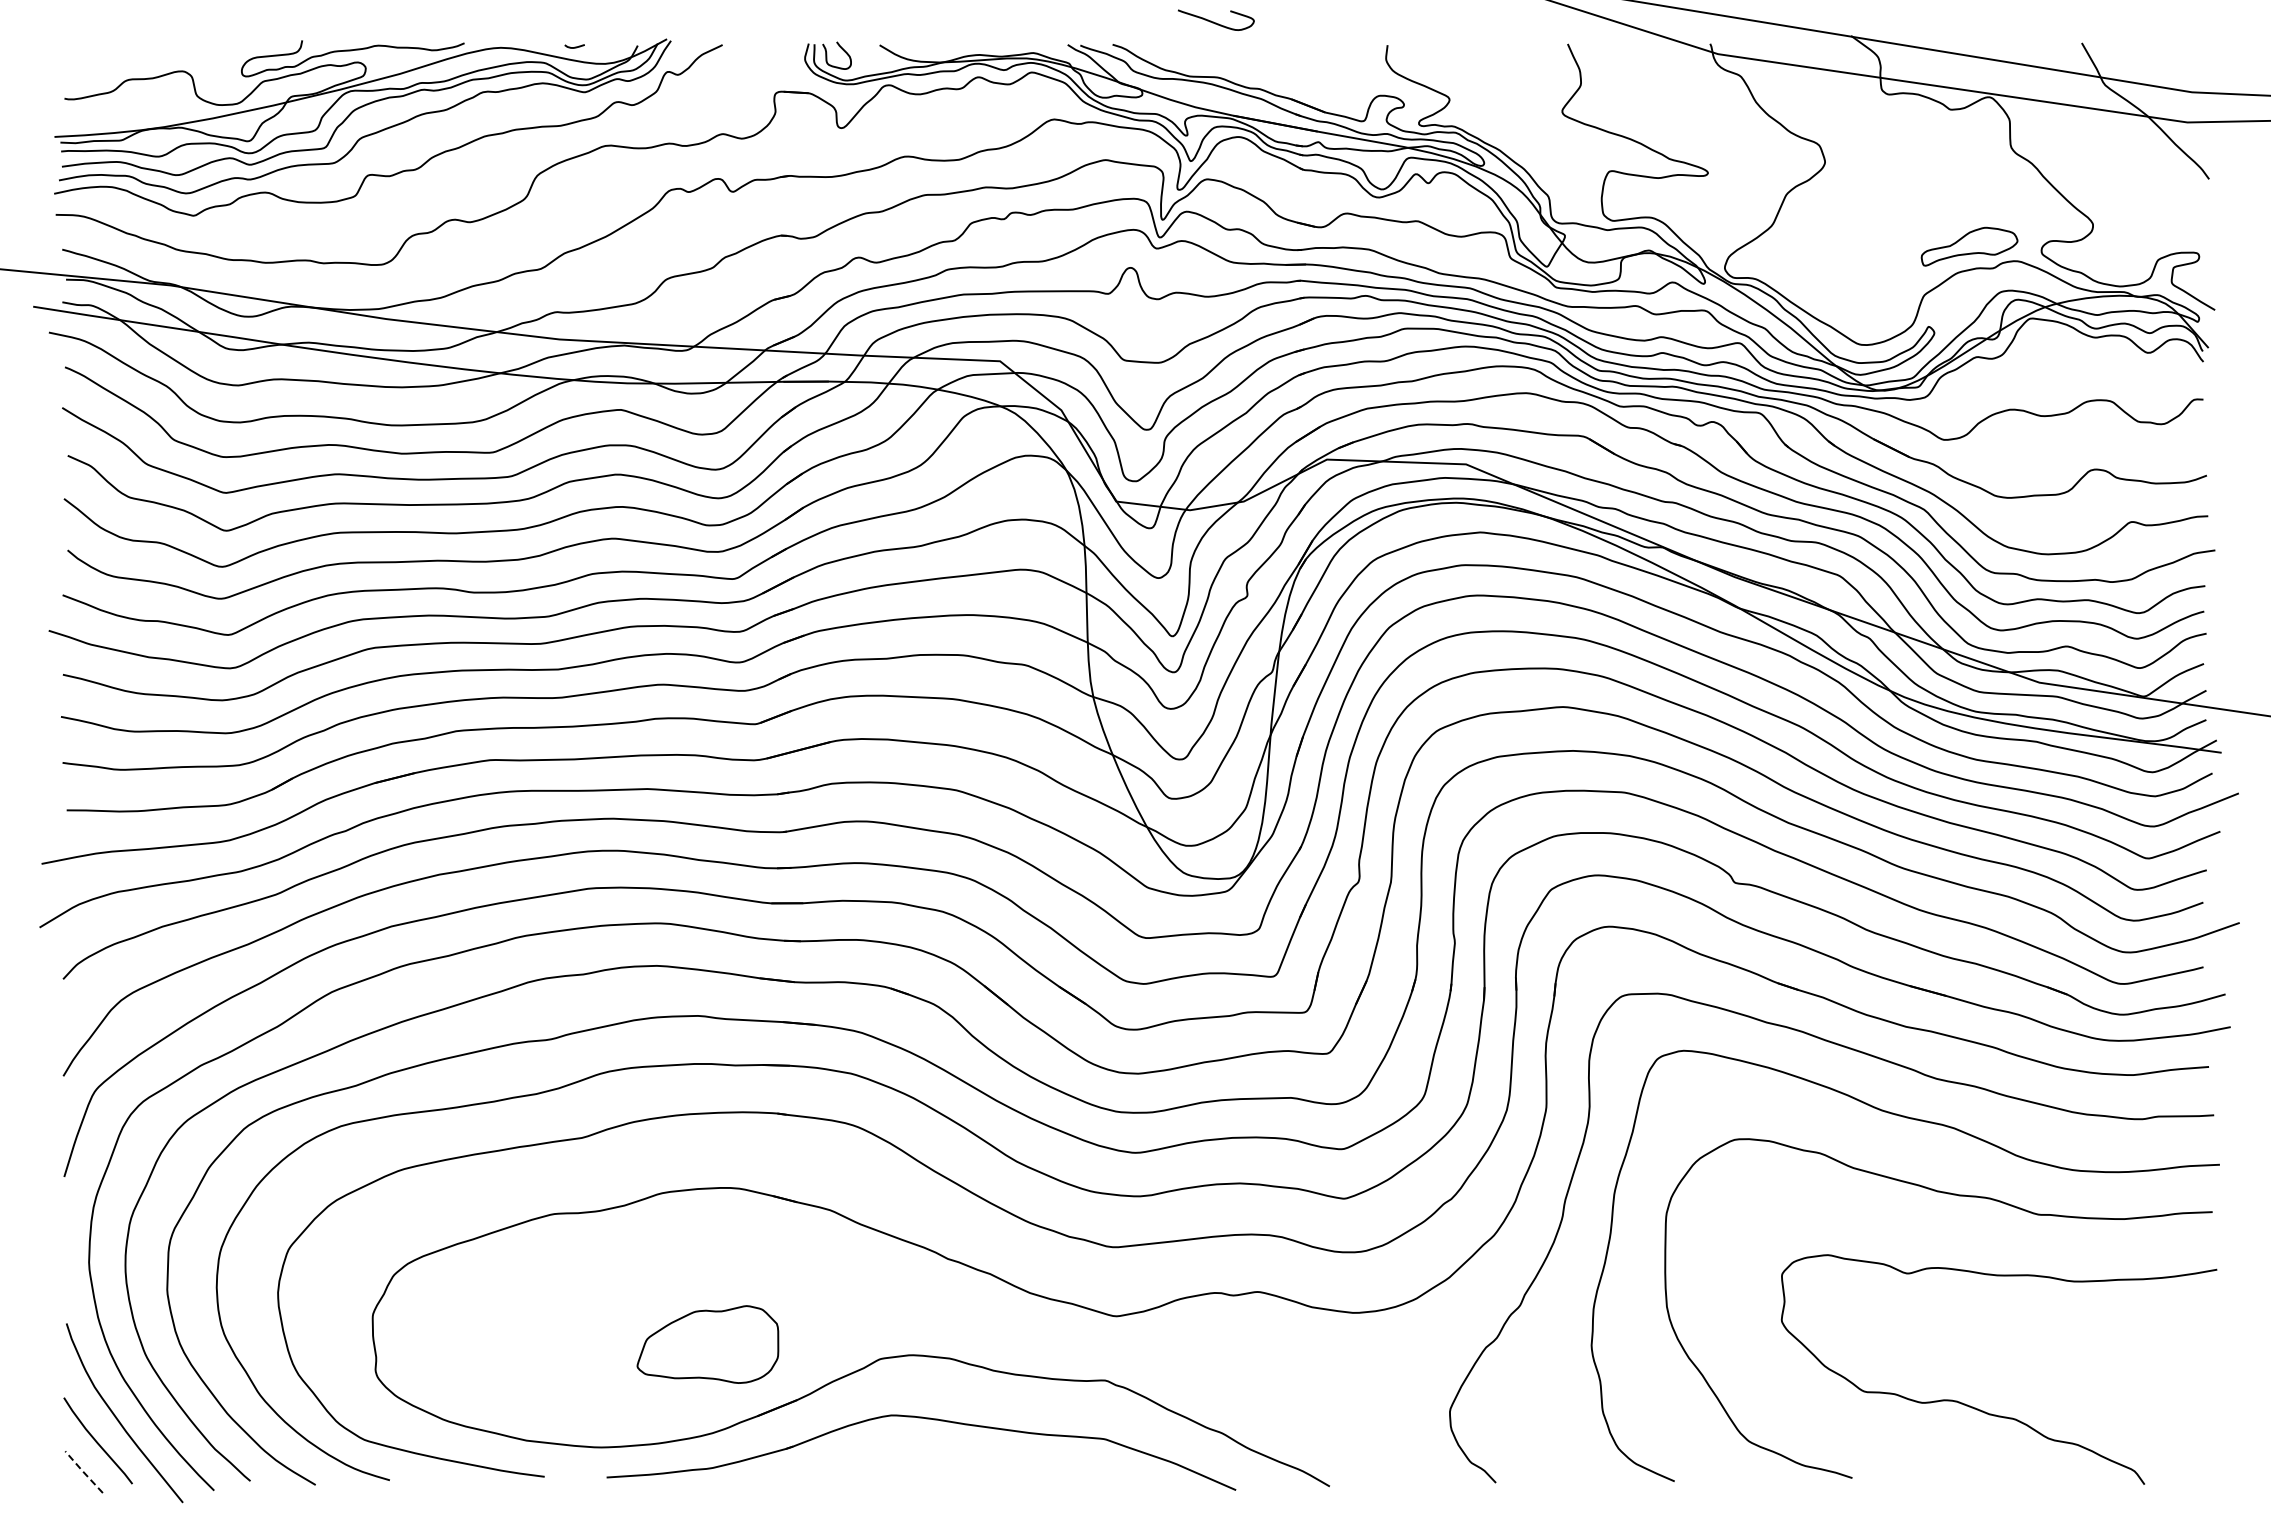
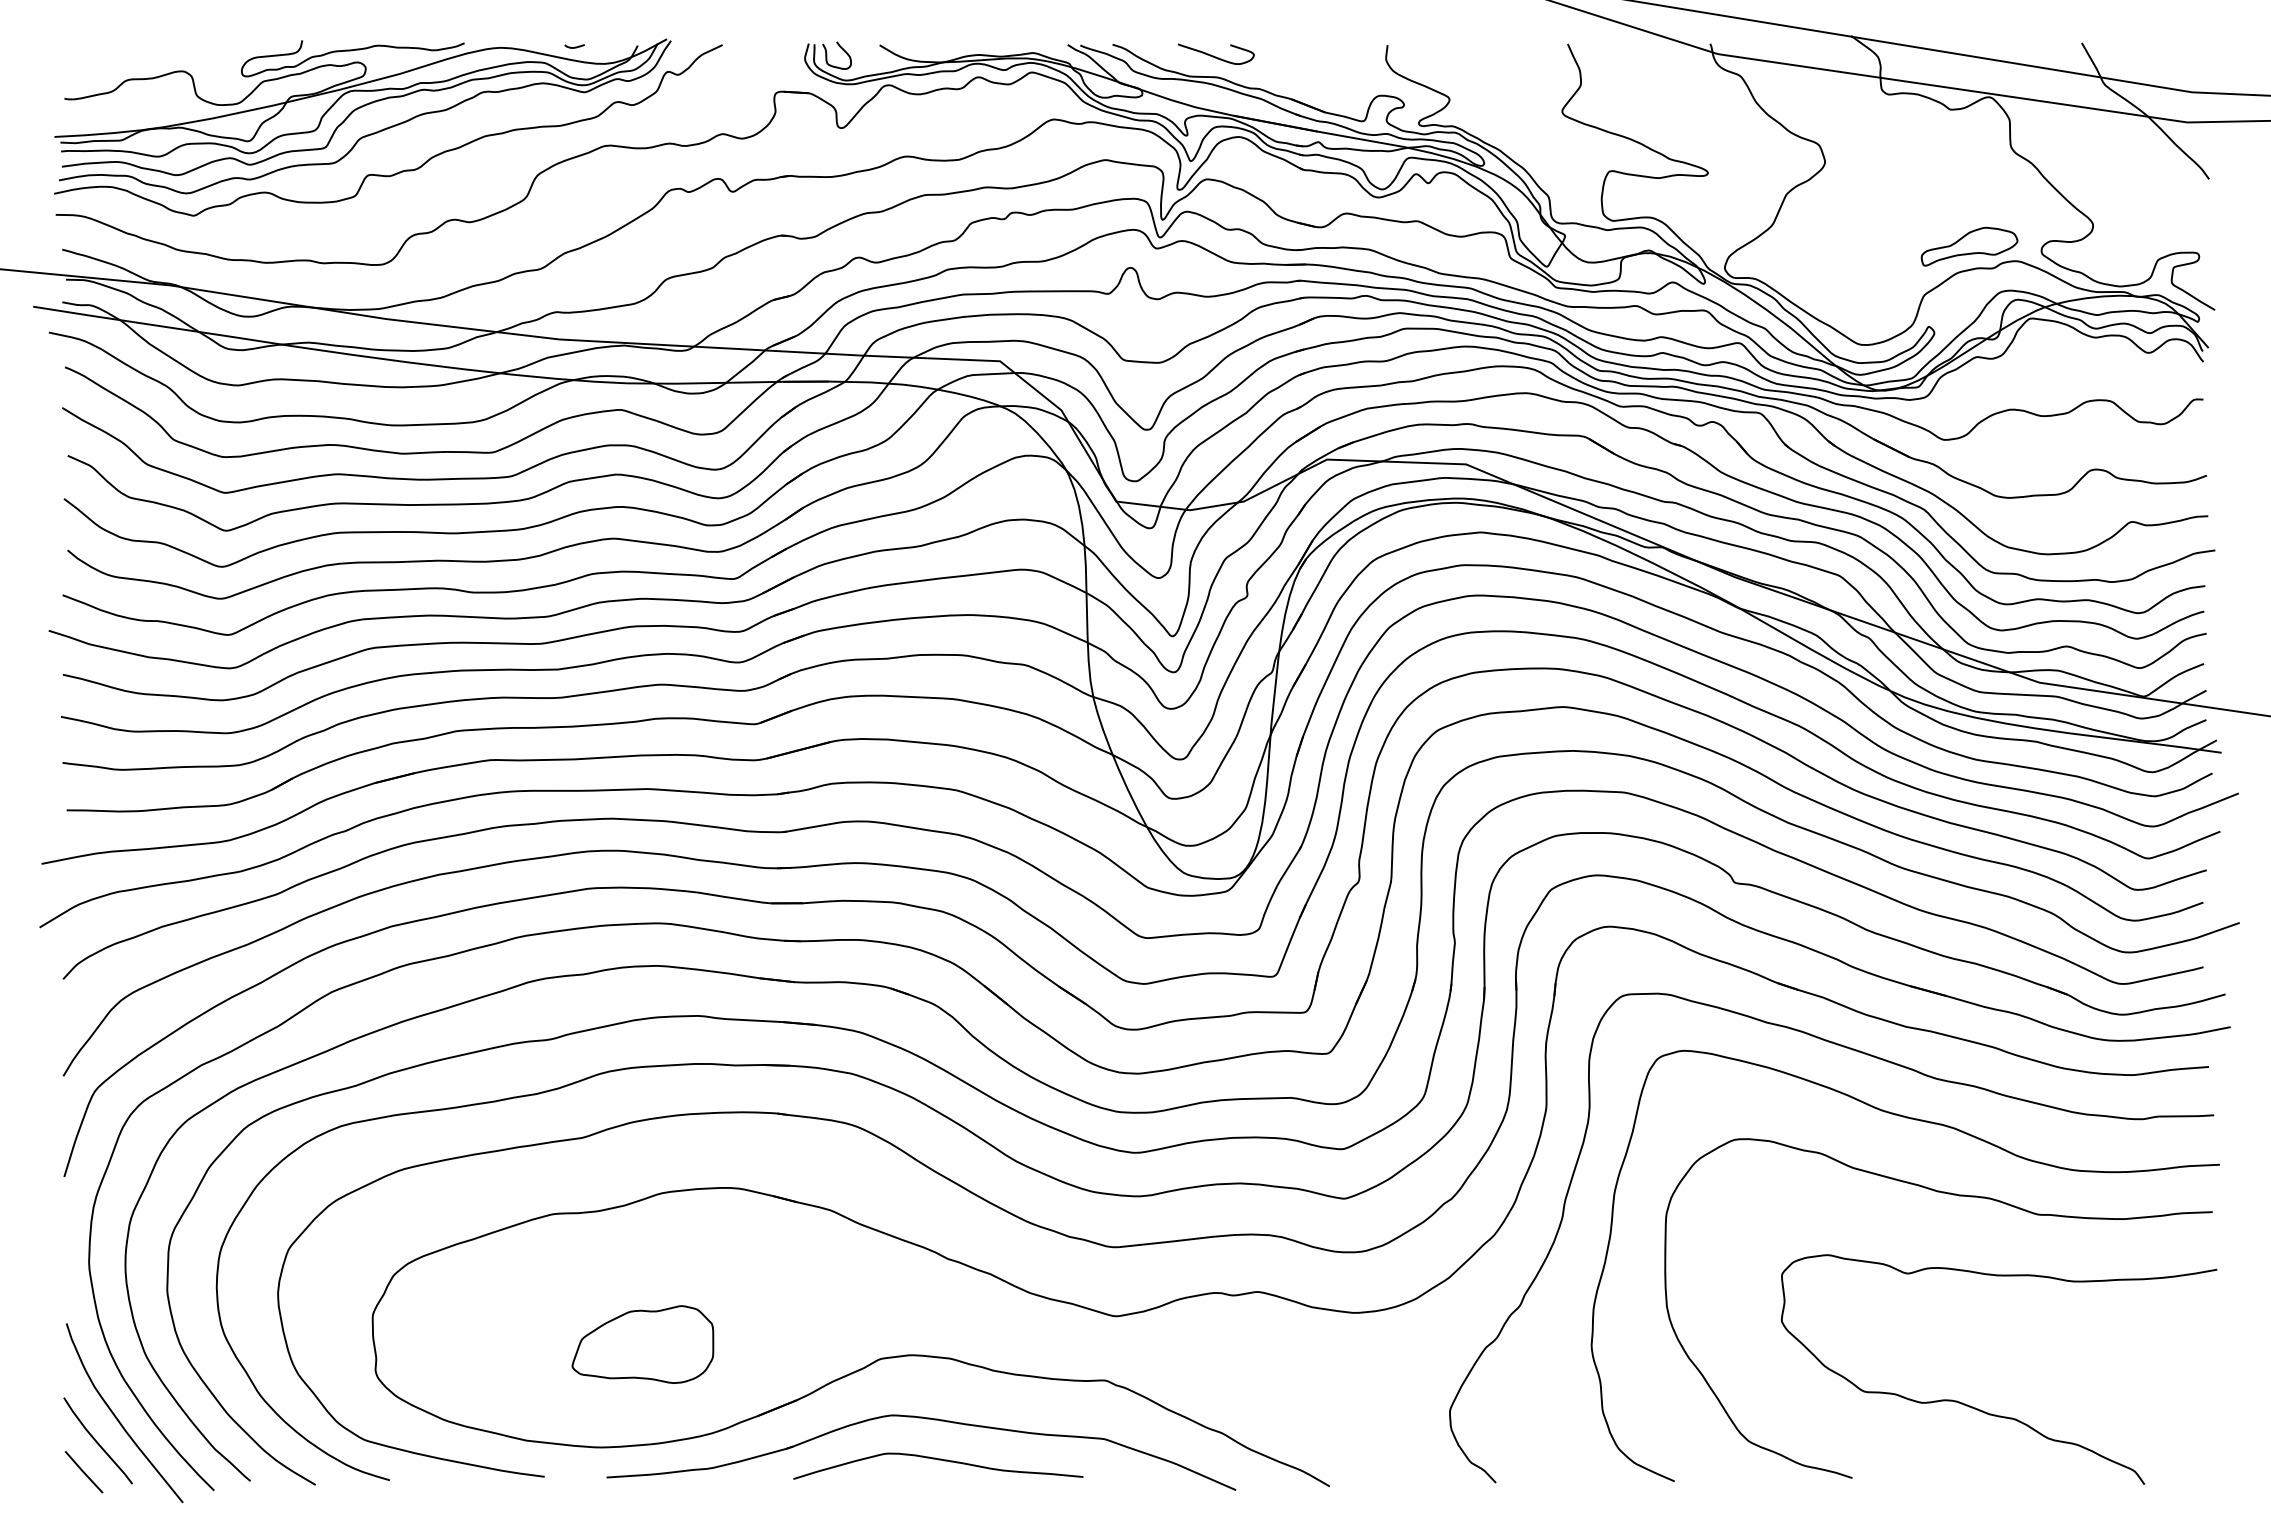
curve at (1216, 22) position: (1216, 22) -> (1216, 56)
part at (707, 1344) position: (707, 1344) -> (642, 1344)
curve at (938, 1460): none -> present
line at (83, 1472): dashed -> solid
